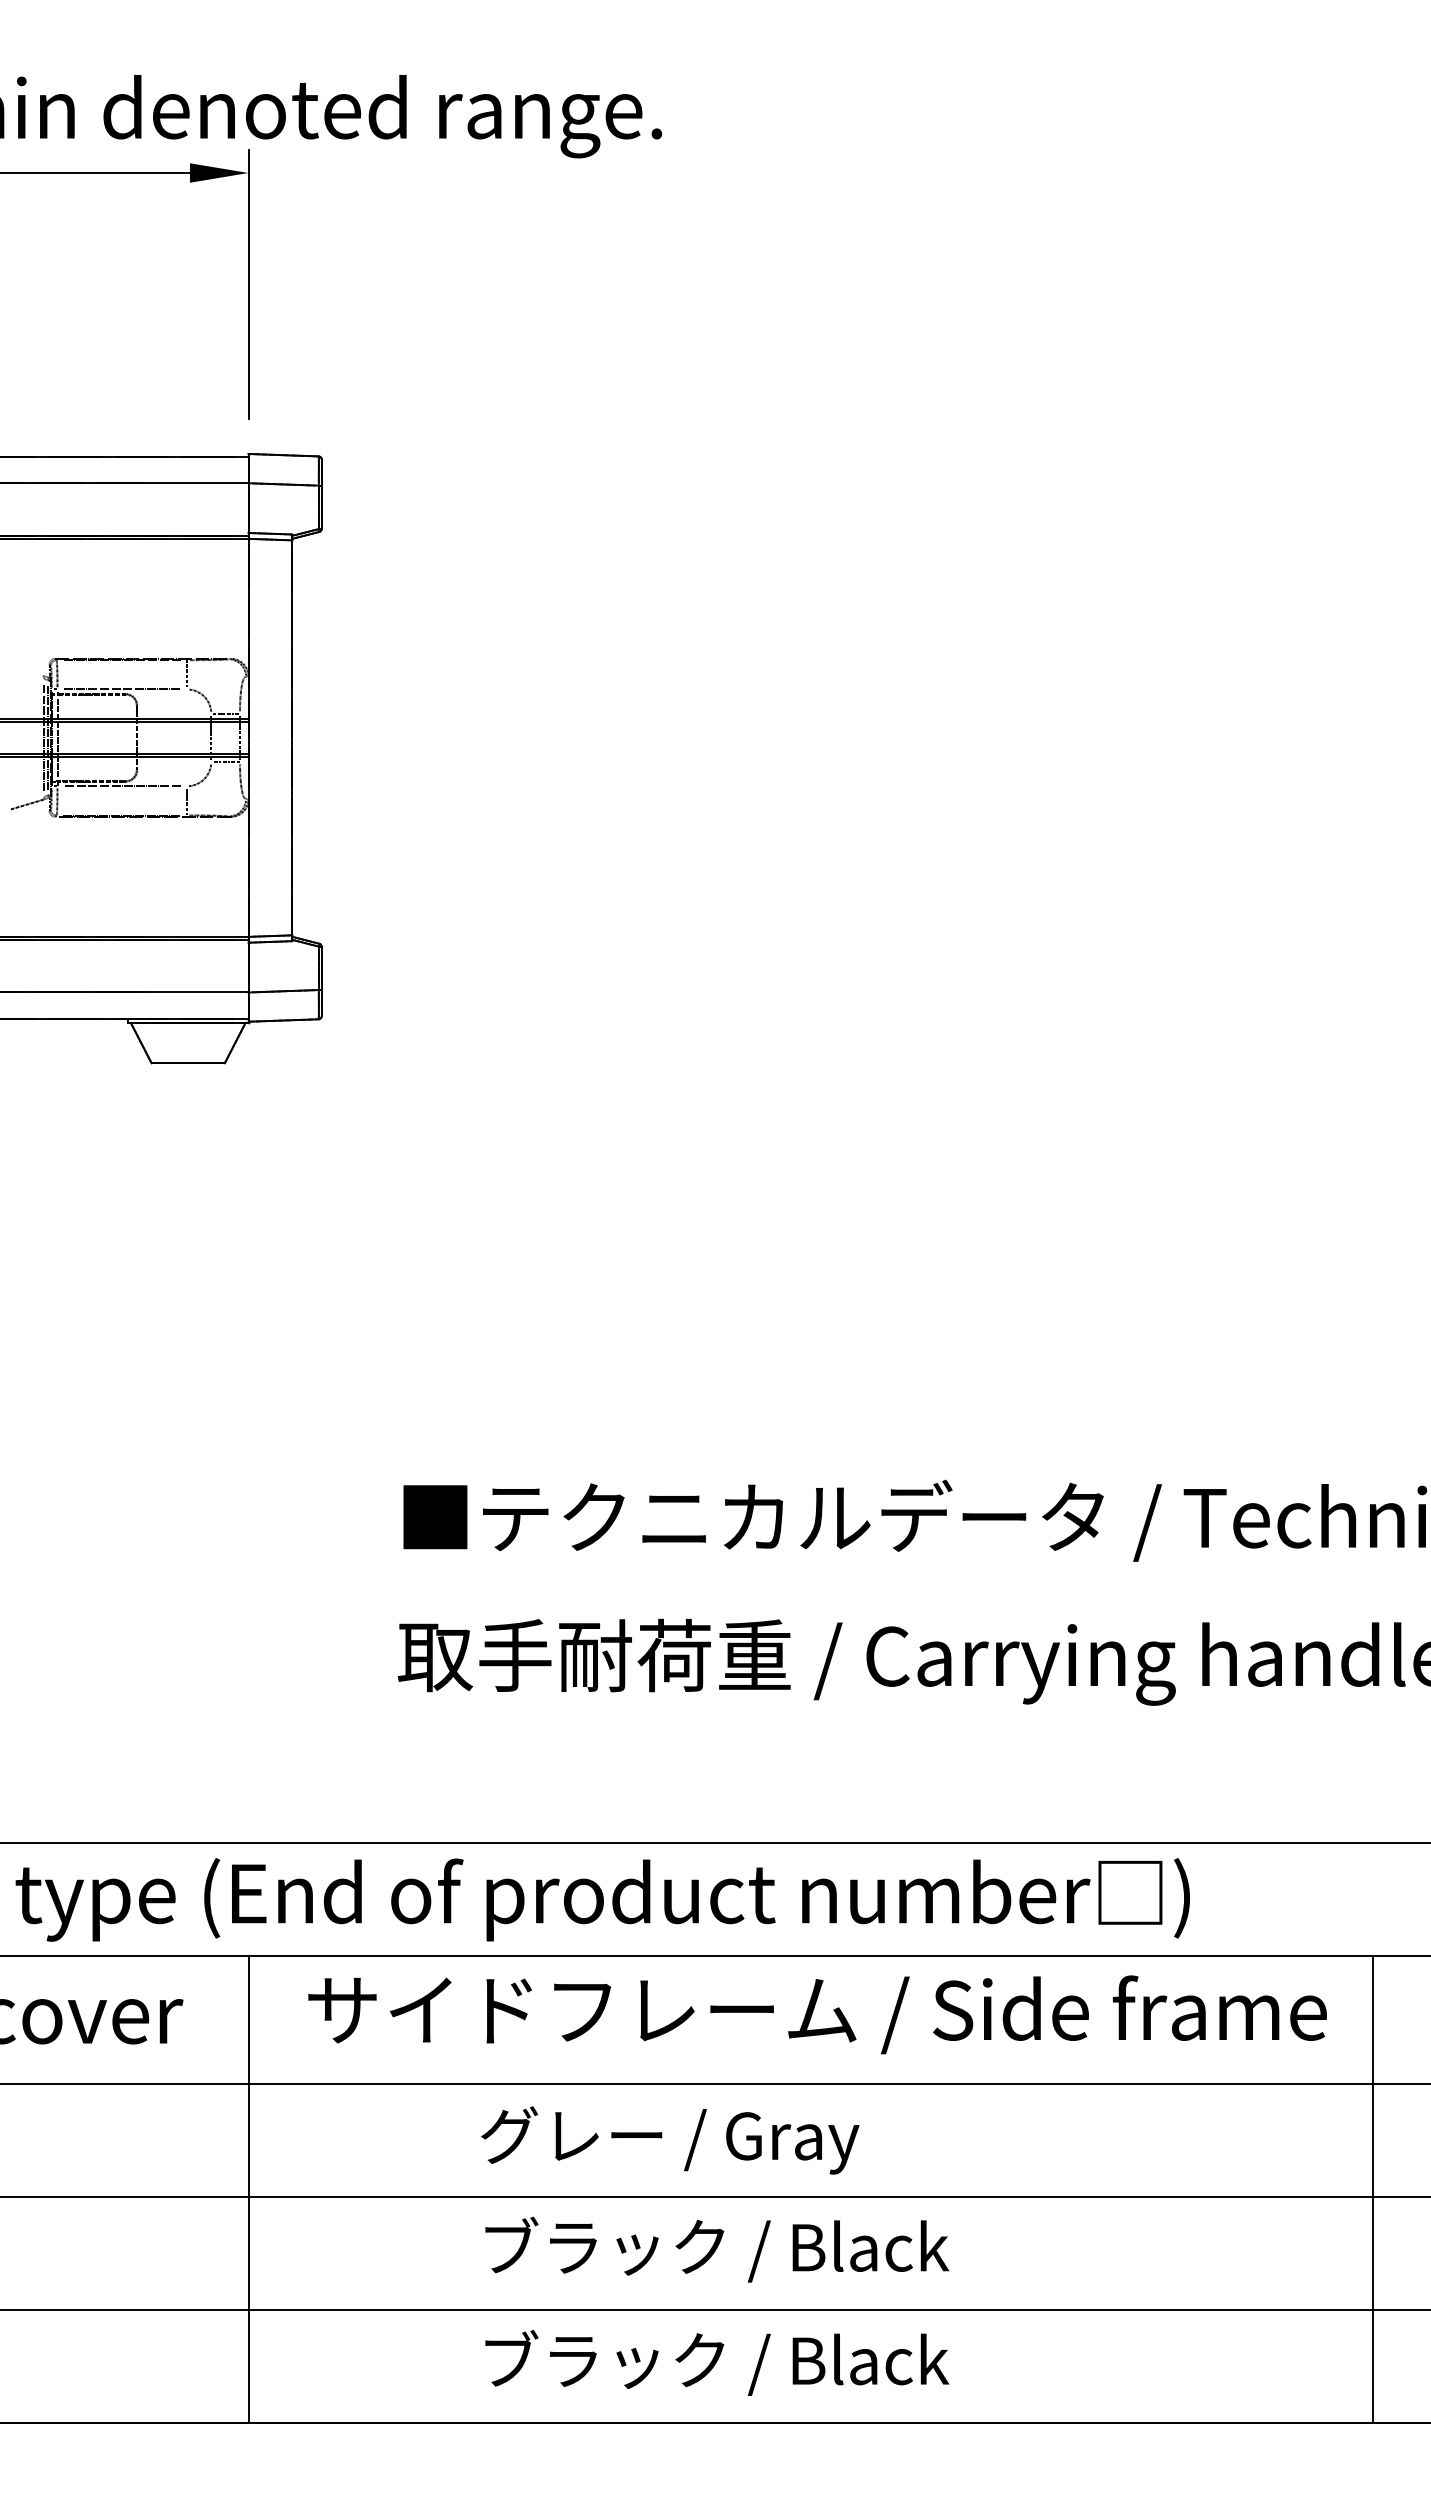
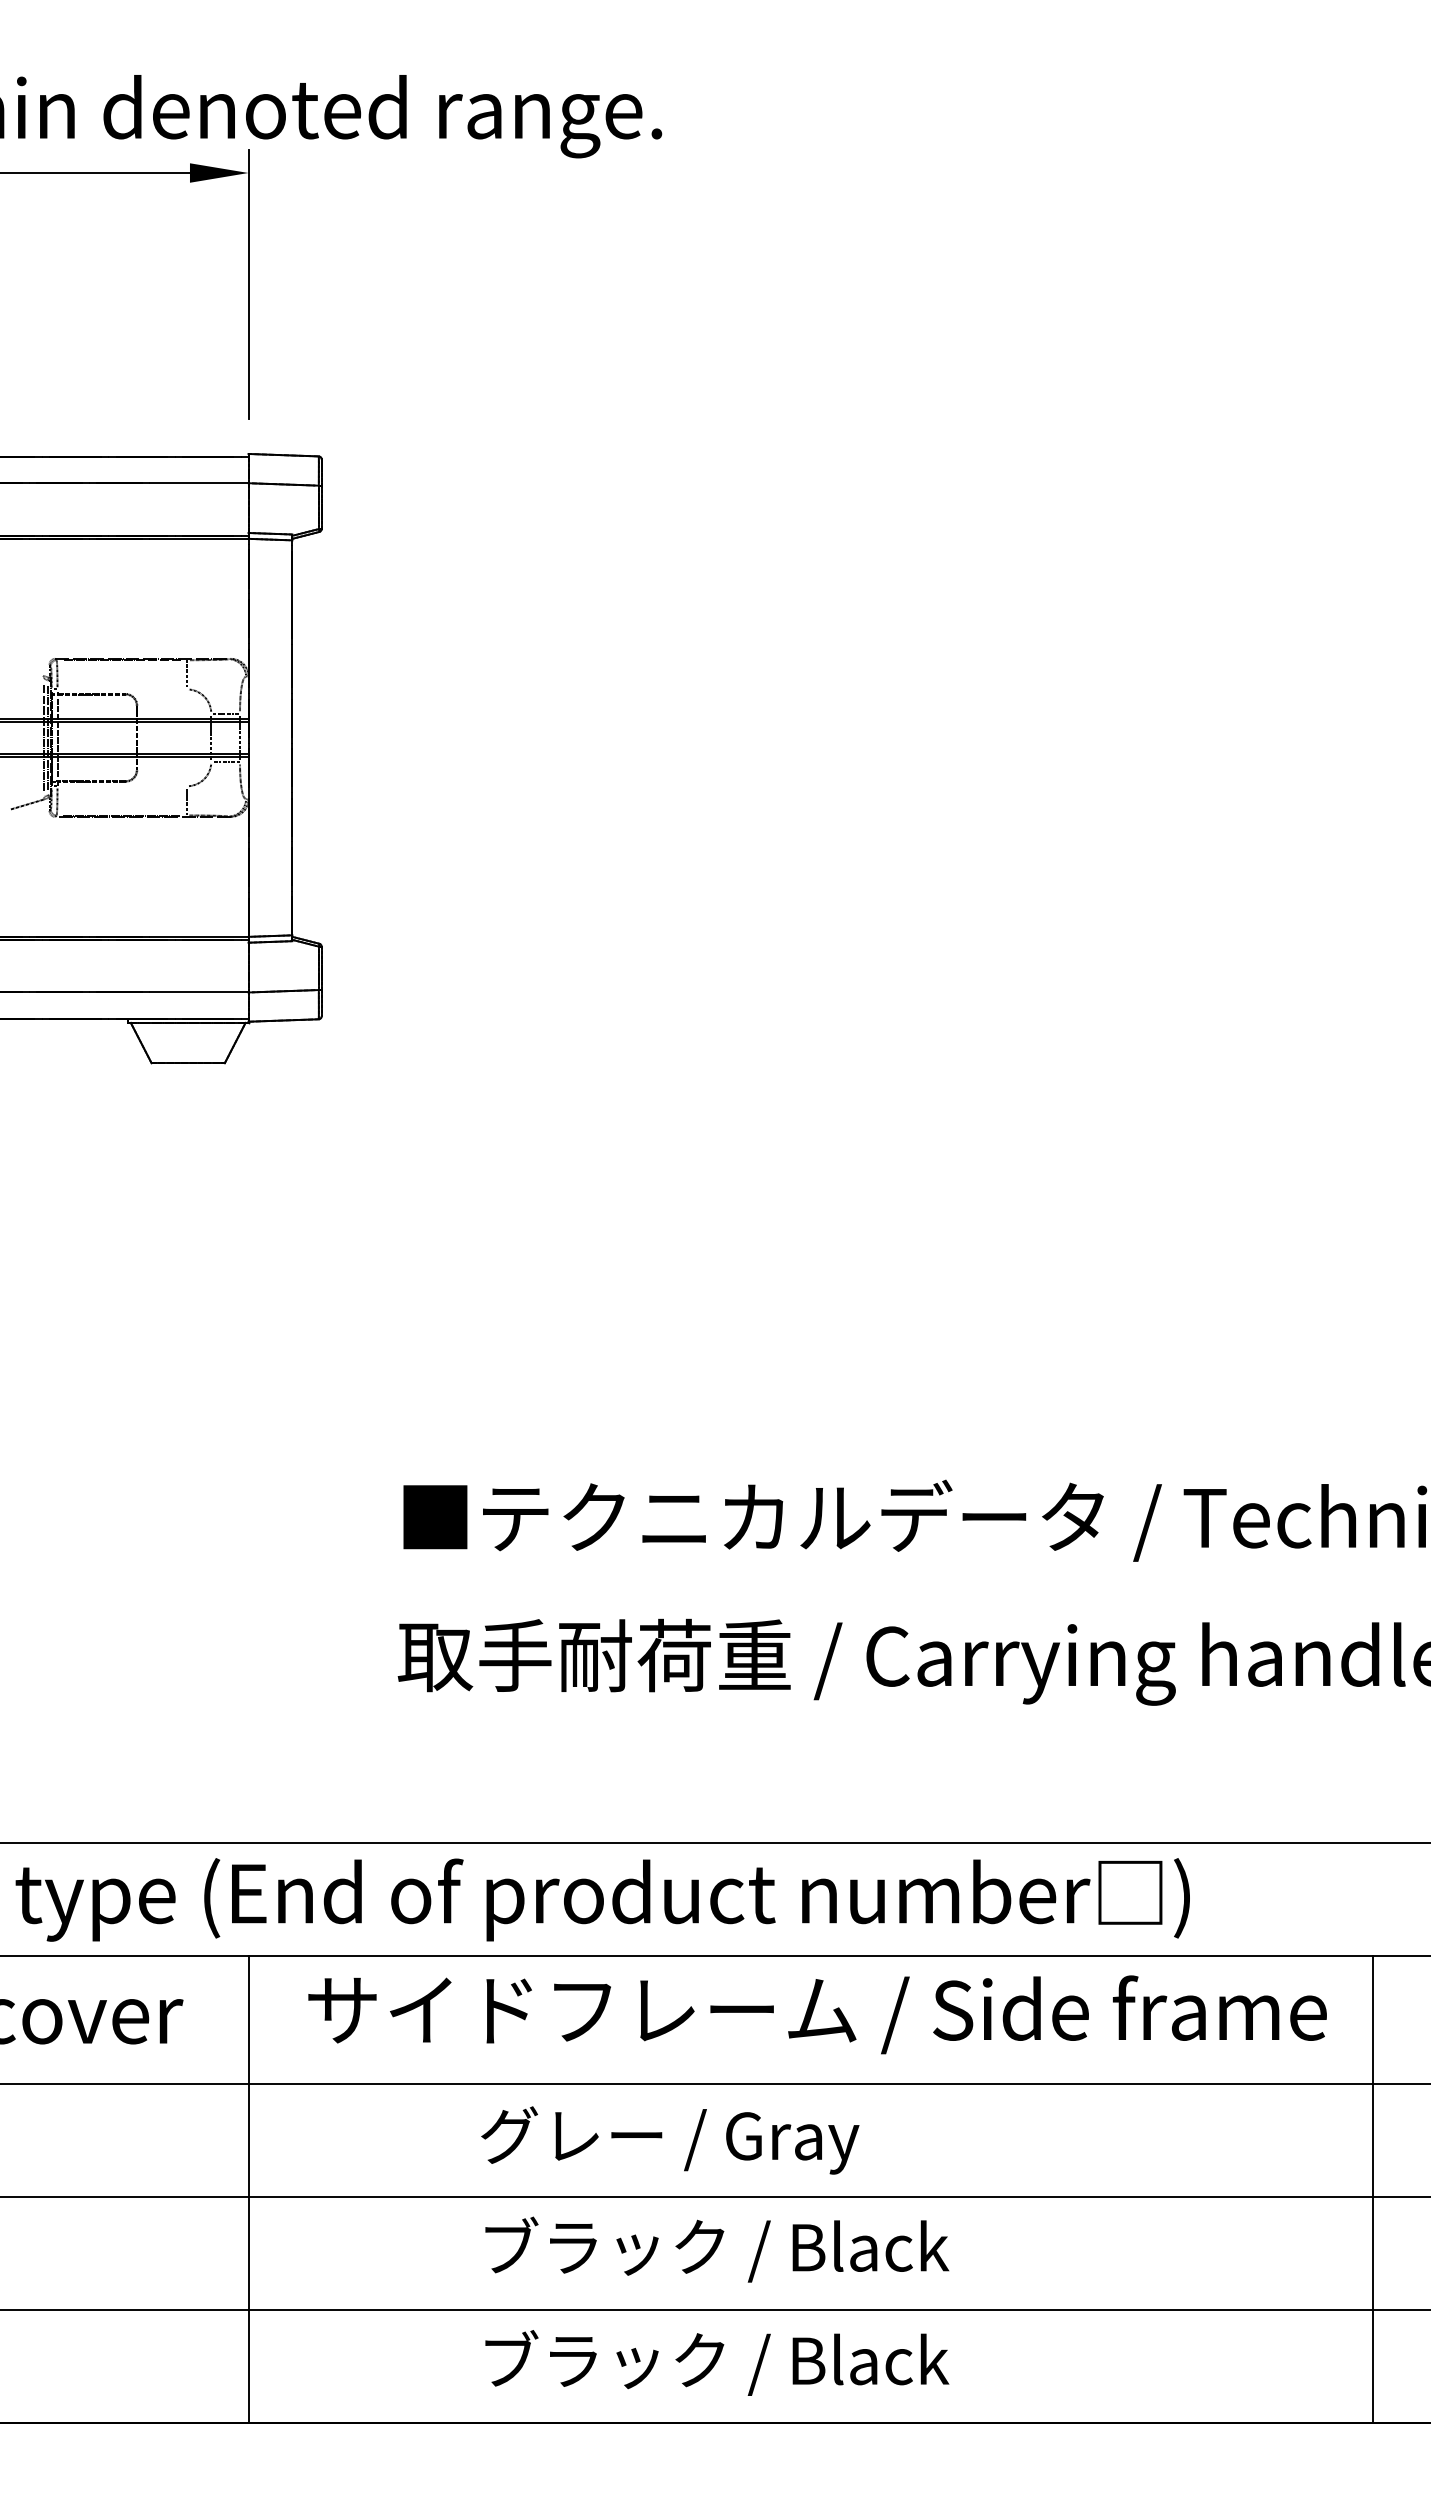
line at (121, 689): present -> none
line at (121, 786): present -> none
